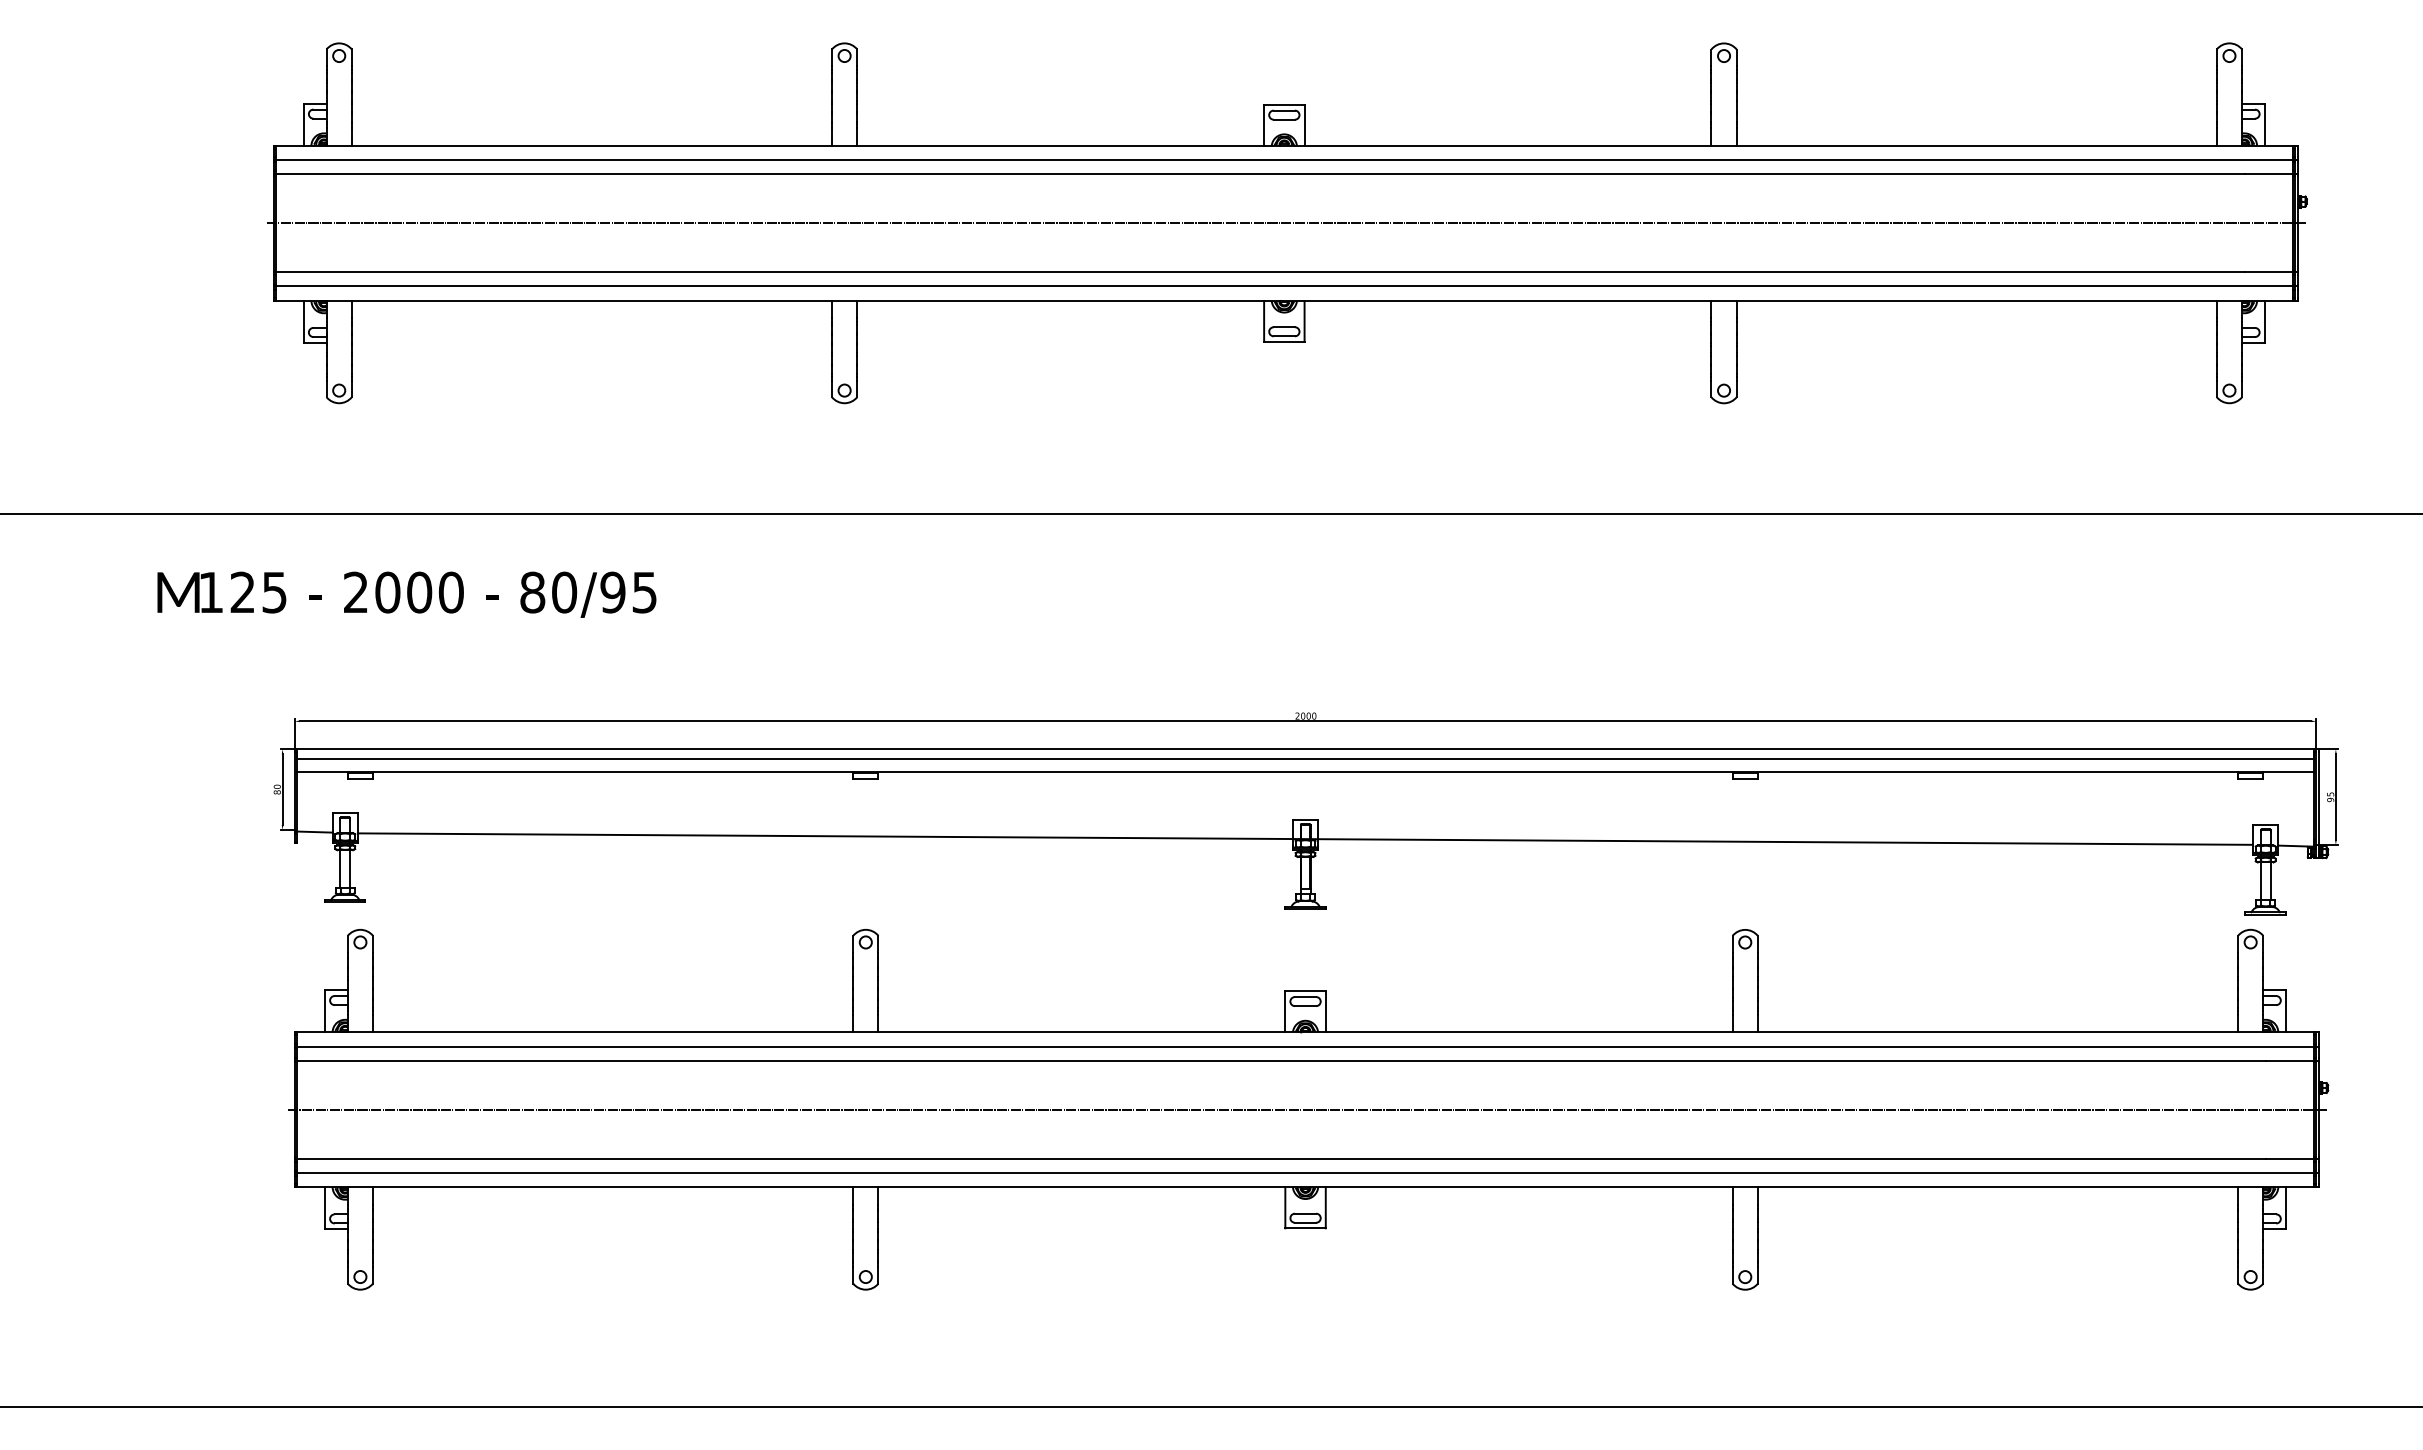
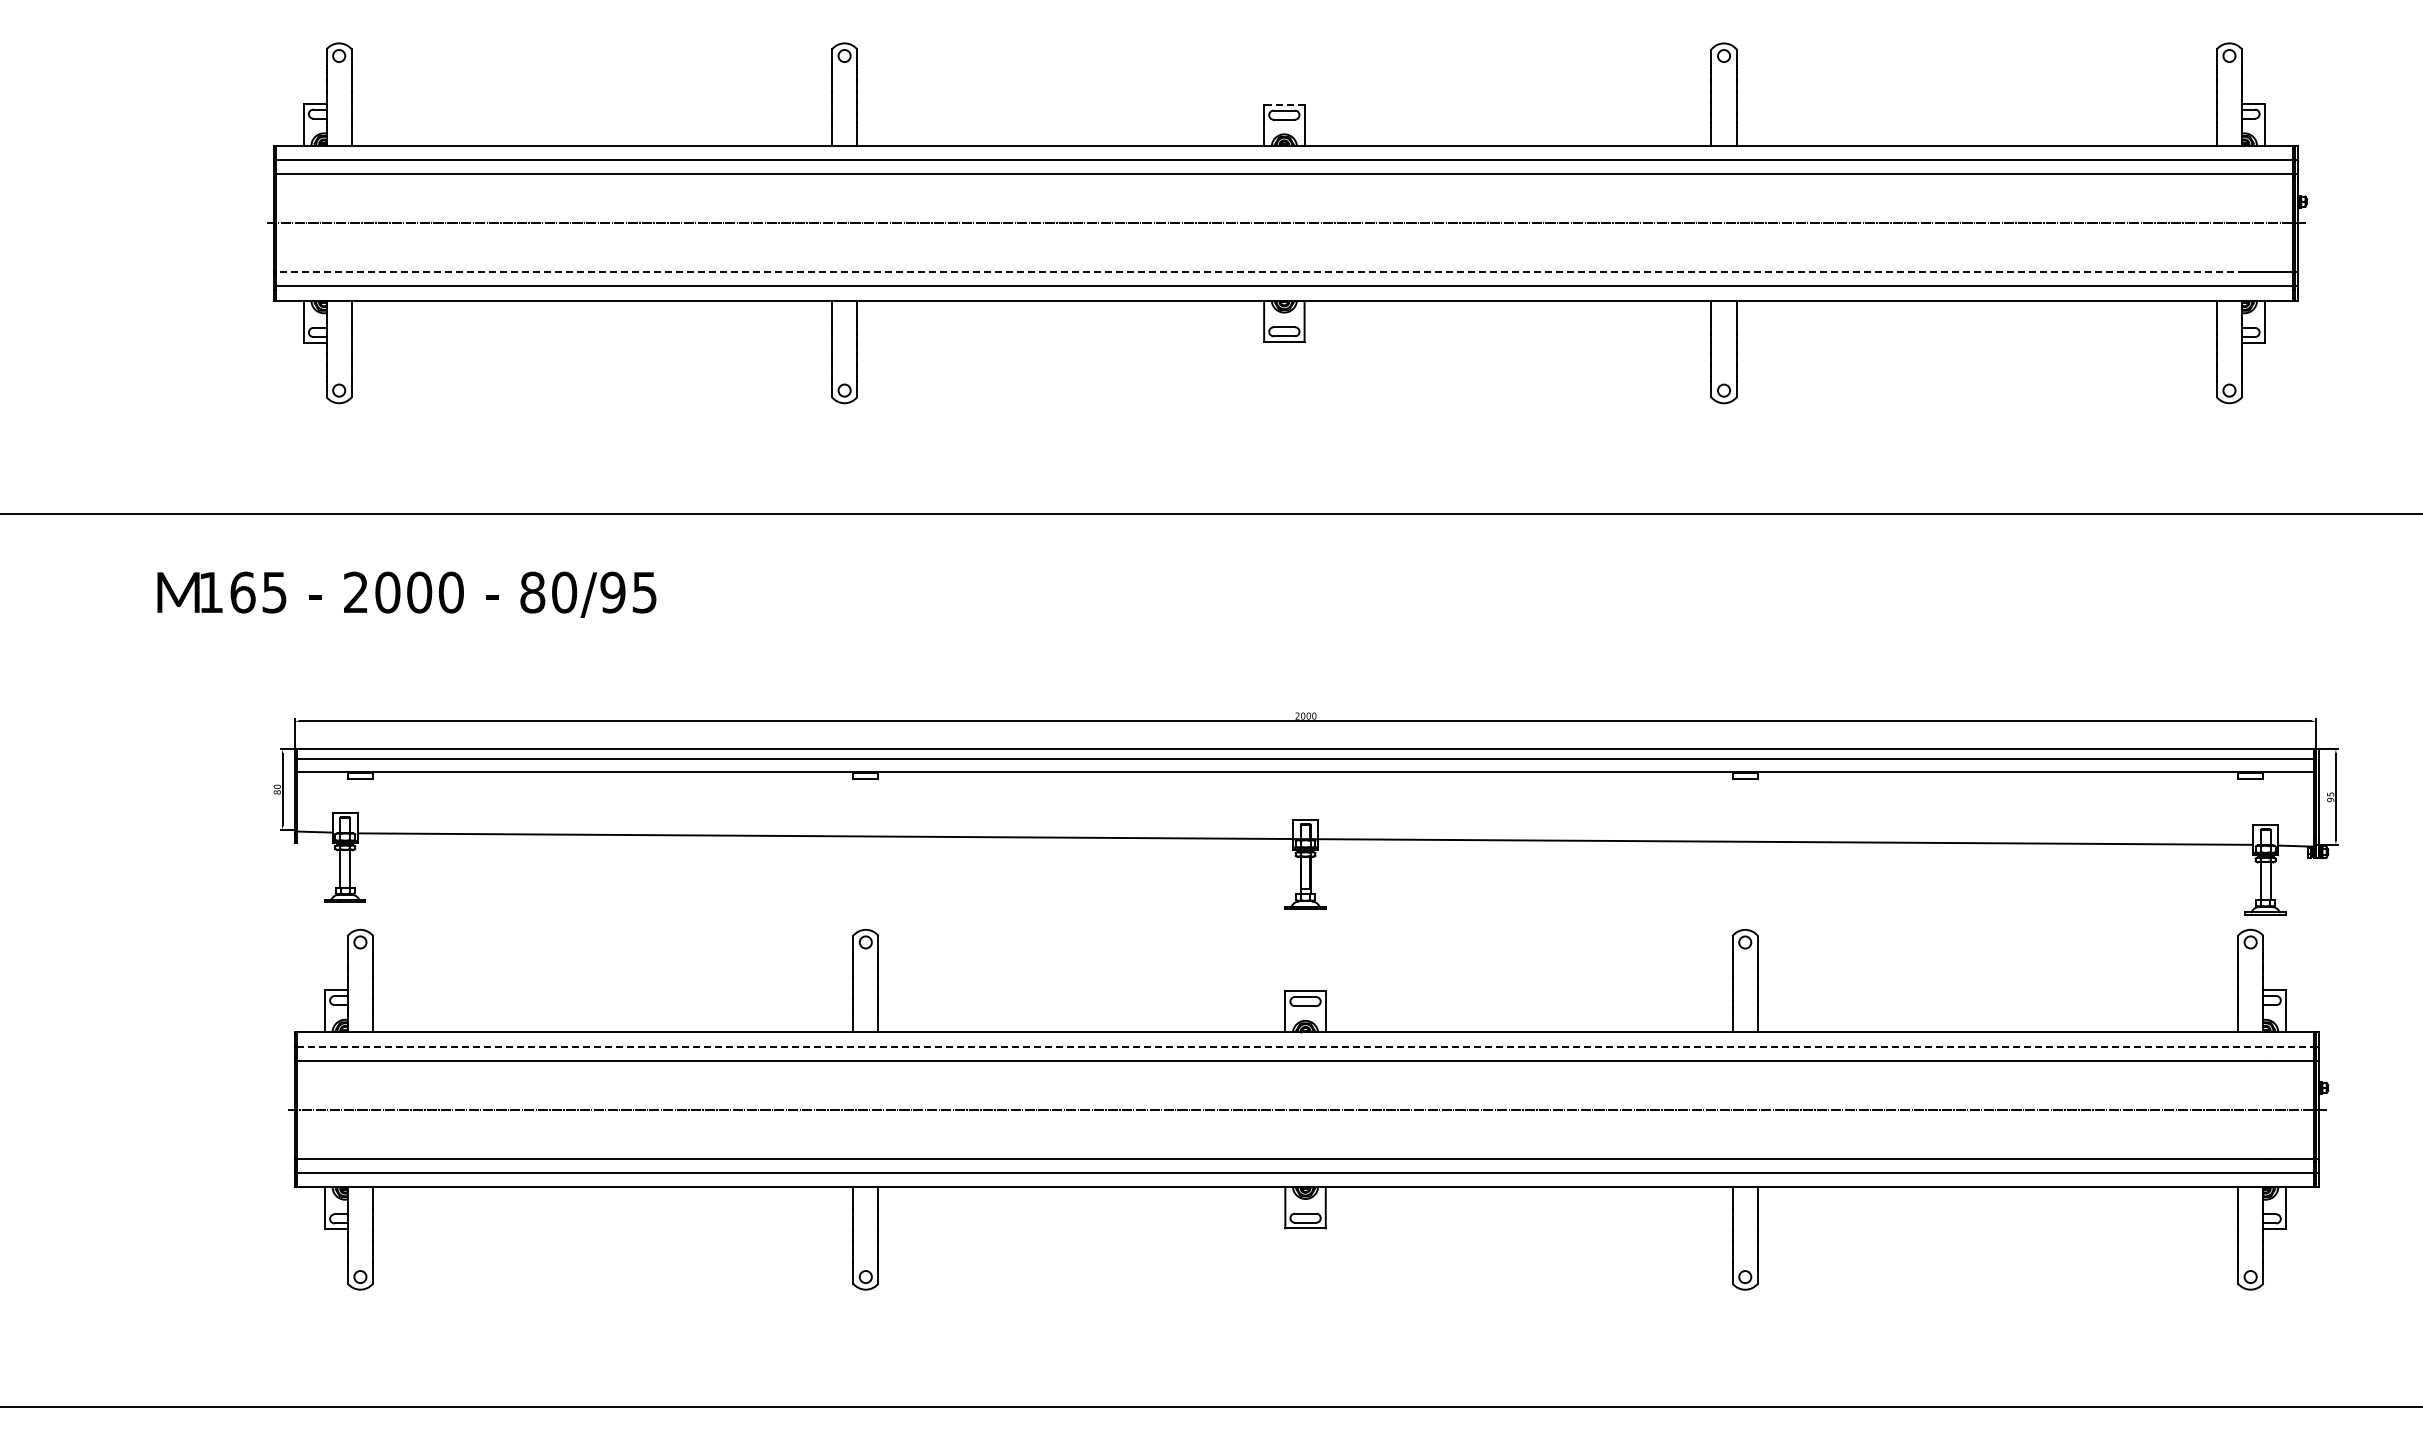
line at (1283, 105): solid -> dashed
line at (1260, 272): solid -> dashed
text at (242, 592): 125 -> 165
line at (1305, 1046): solid -> dashed
